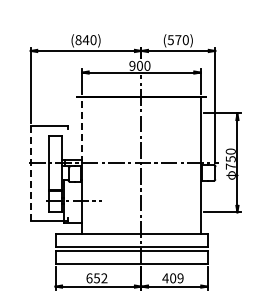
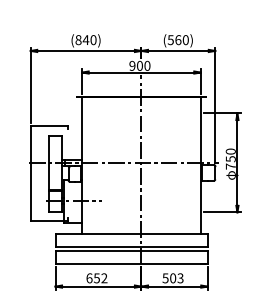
text at (178, 40): (570) -> (560)
line at (82, 129): dashed -> solid
line at (30, 172): dashed -> solid
text at (172, 278): 409 -> 503
